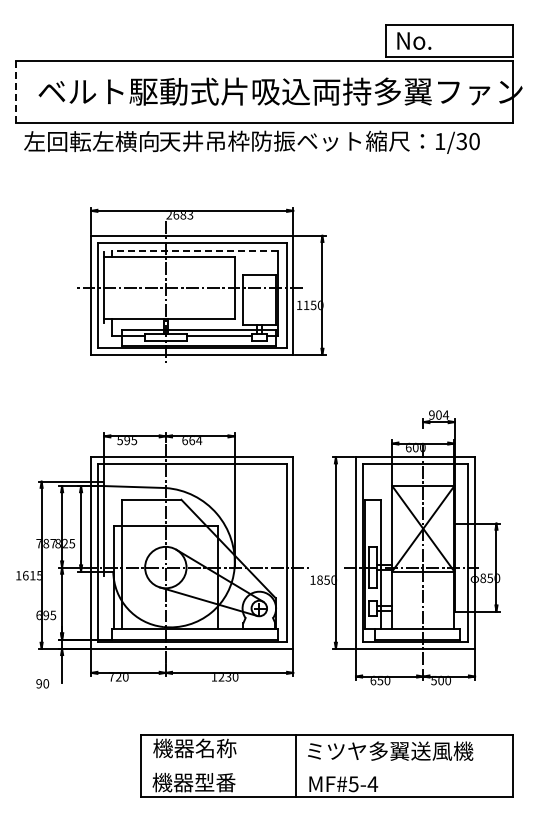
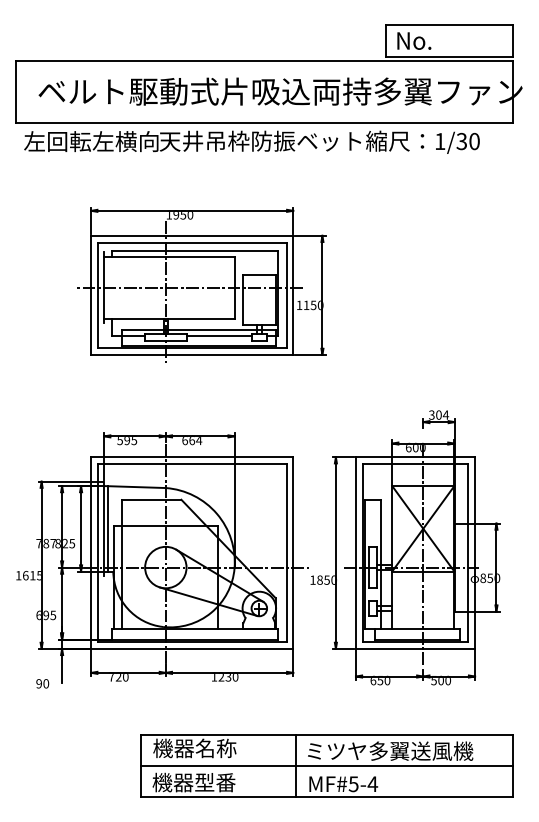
line at (16, 92): dashed -> solid
text at (179, 215): 2683 -> 1950
line at (194, 251): dashed -> solid
text at (431, 415): 904 -> 304
line at (108, 528): none -> present
line at (326, 766): none -> present
